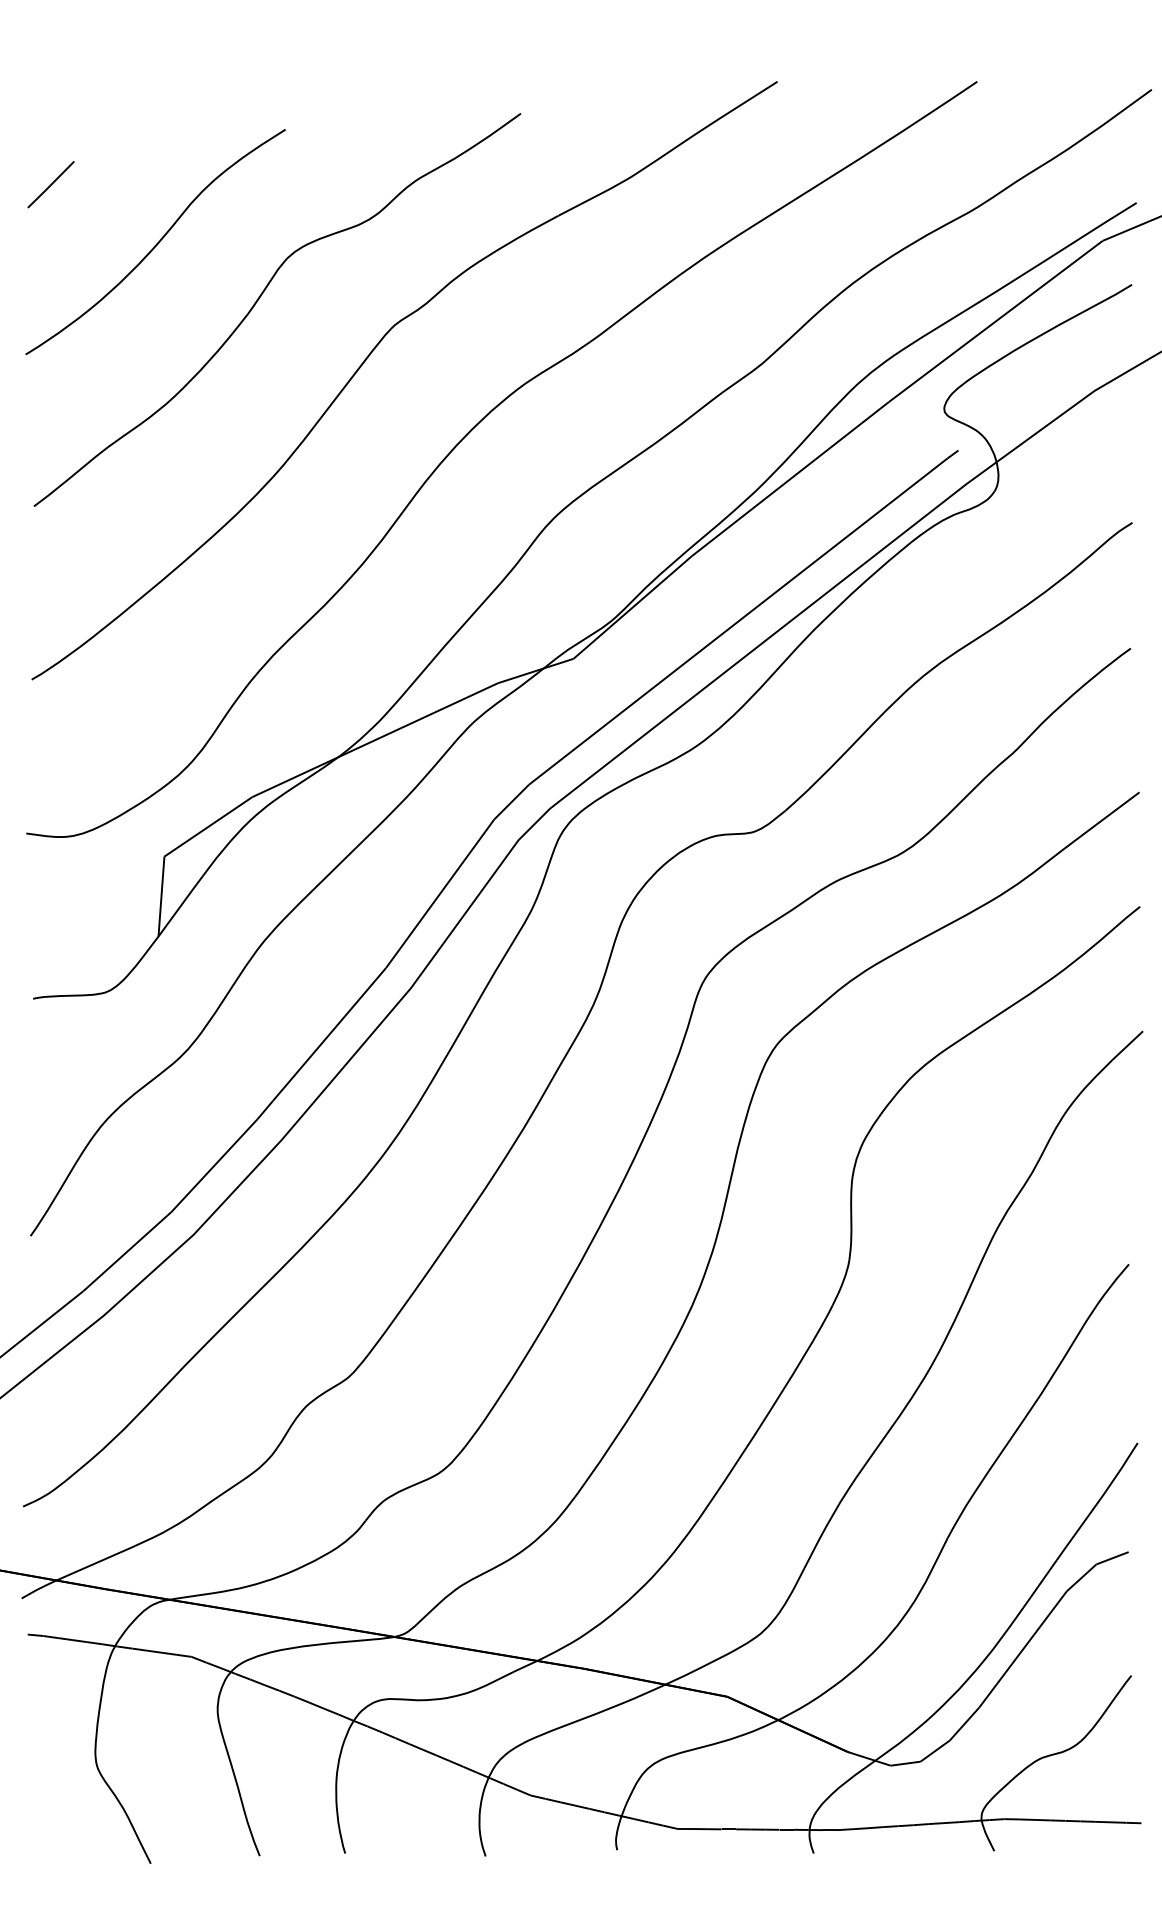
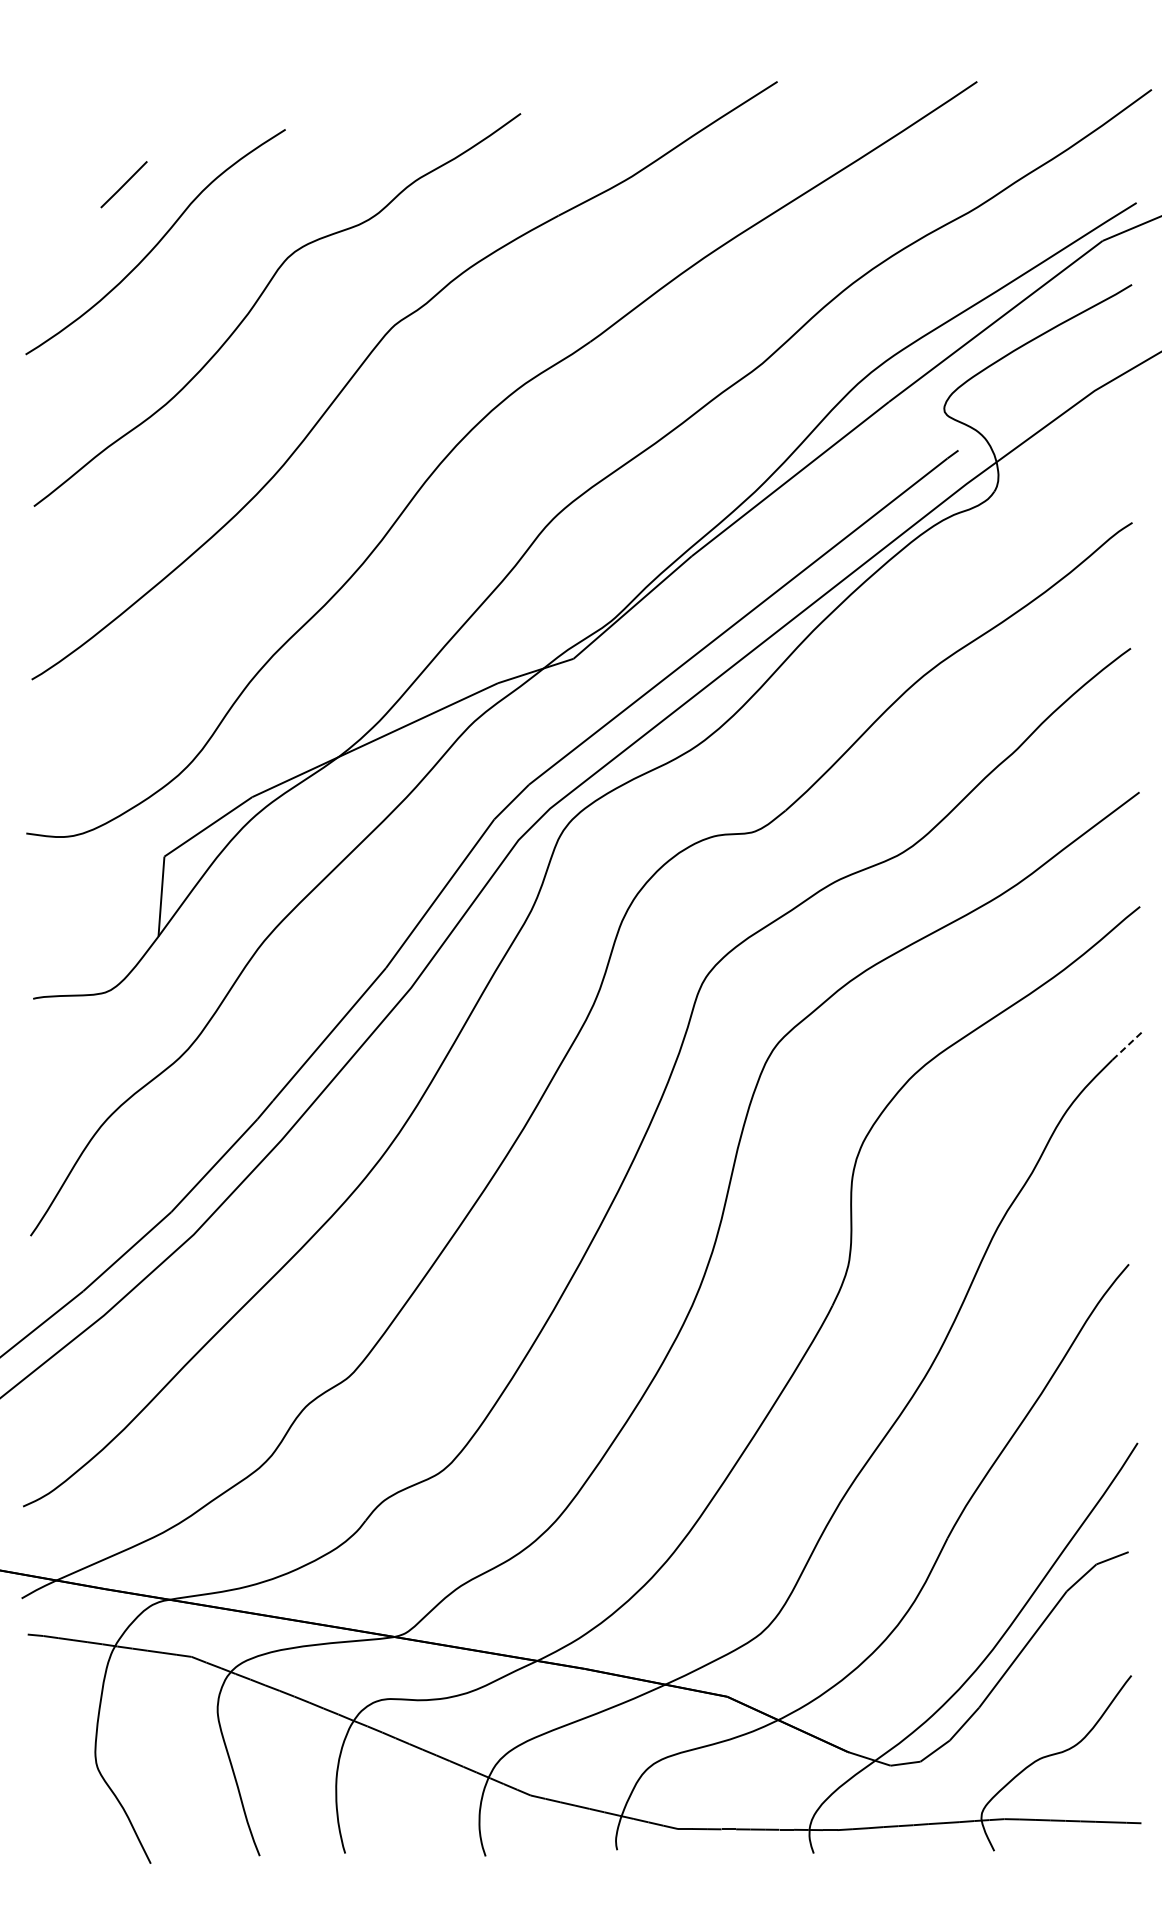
line at (50, 184) position: (50, 184) -> (123, 184)
line at (1127, 1045): solid -> dashed
